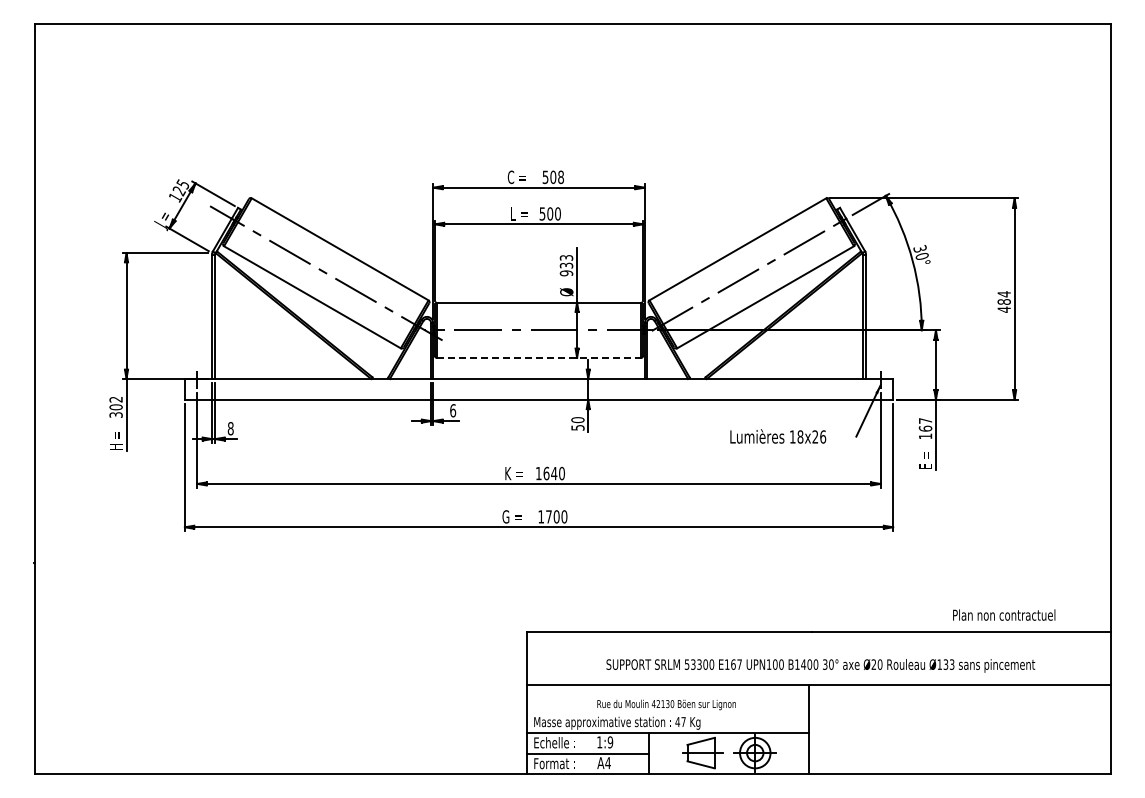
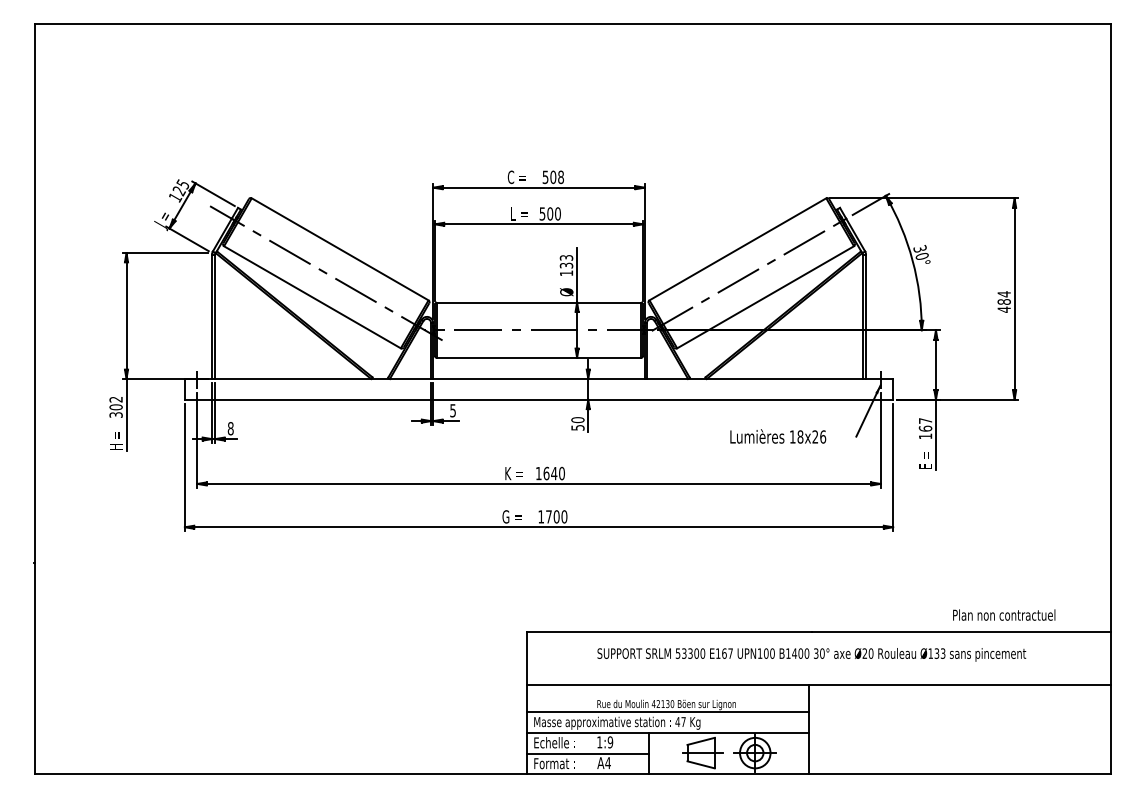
text at (566, 273): 933 -> 133
line at (539, 357): dashed -> solid
text at (453, 410): 6 -> 5
text at (820, 665) position: (820, 665) -> (811, 654)
line at (668, 712): none -> present
